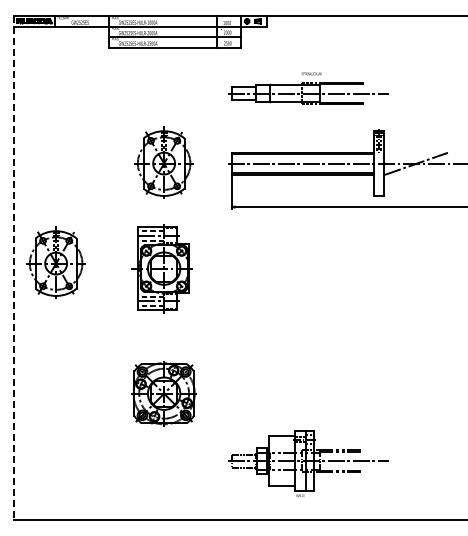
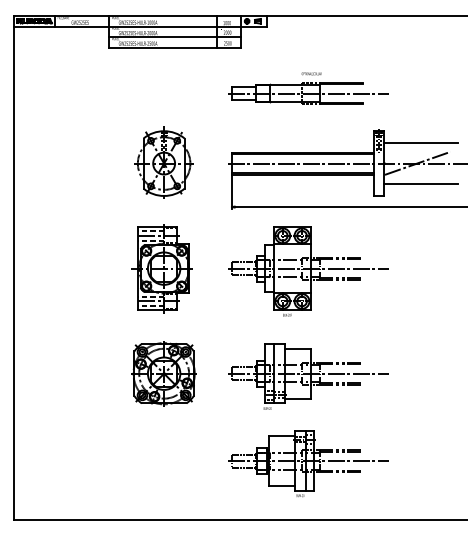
line at (420, 143): none -> present
line at (420, 184): none -> present
part at (55, 262): present -> none
line at (14, 268): dashed -> solid
part at (308, 271): none -> present
part at (308, 376): none -> present
part at (163, 393) position: (163, 393) -> (163, 373)
